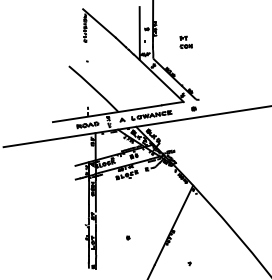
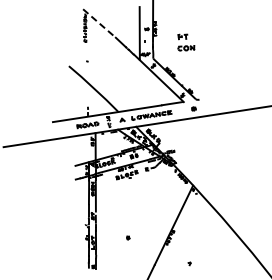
line at (99, 23): solid -> dashed
part at (185, 41) size: 14x14 px -> 19x19 px
